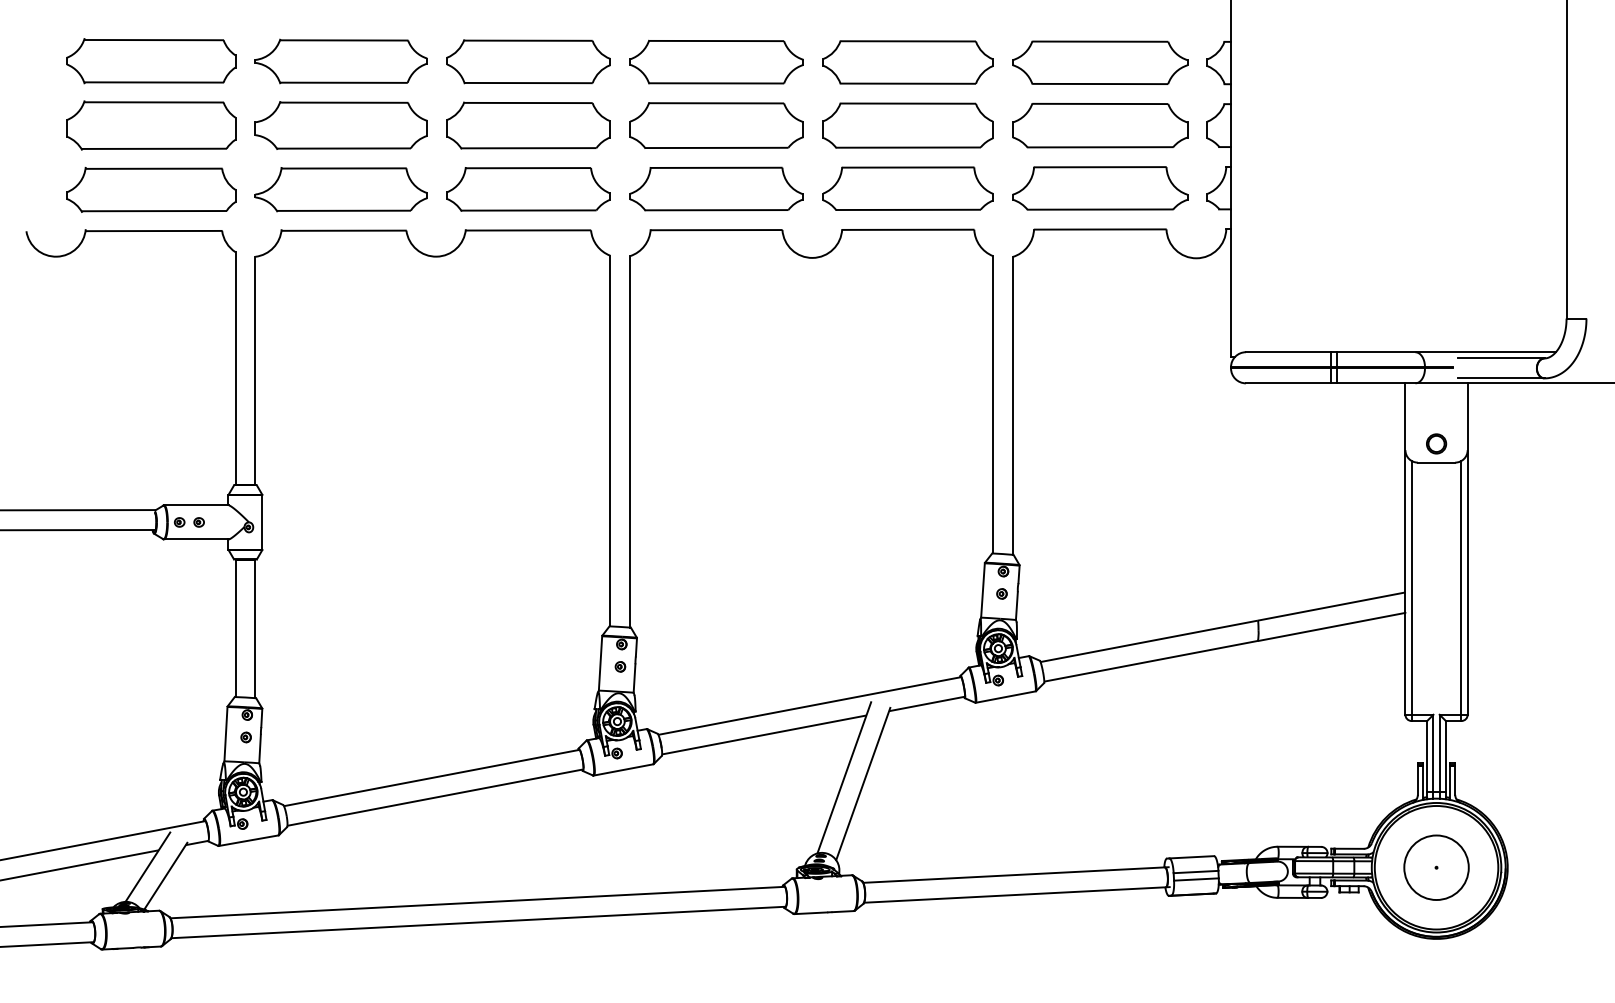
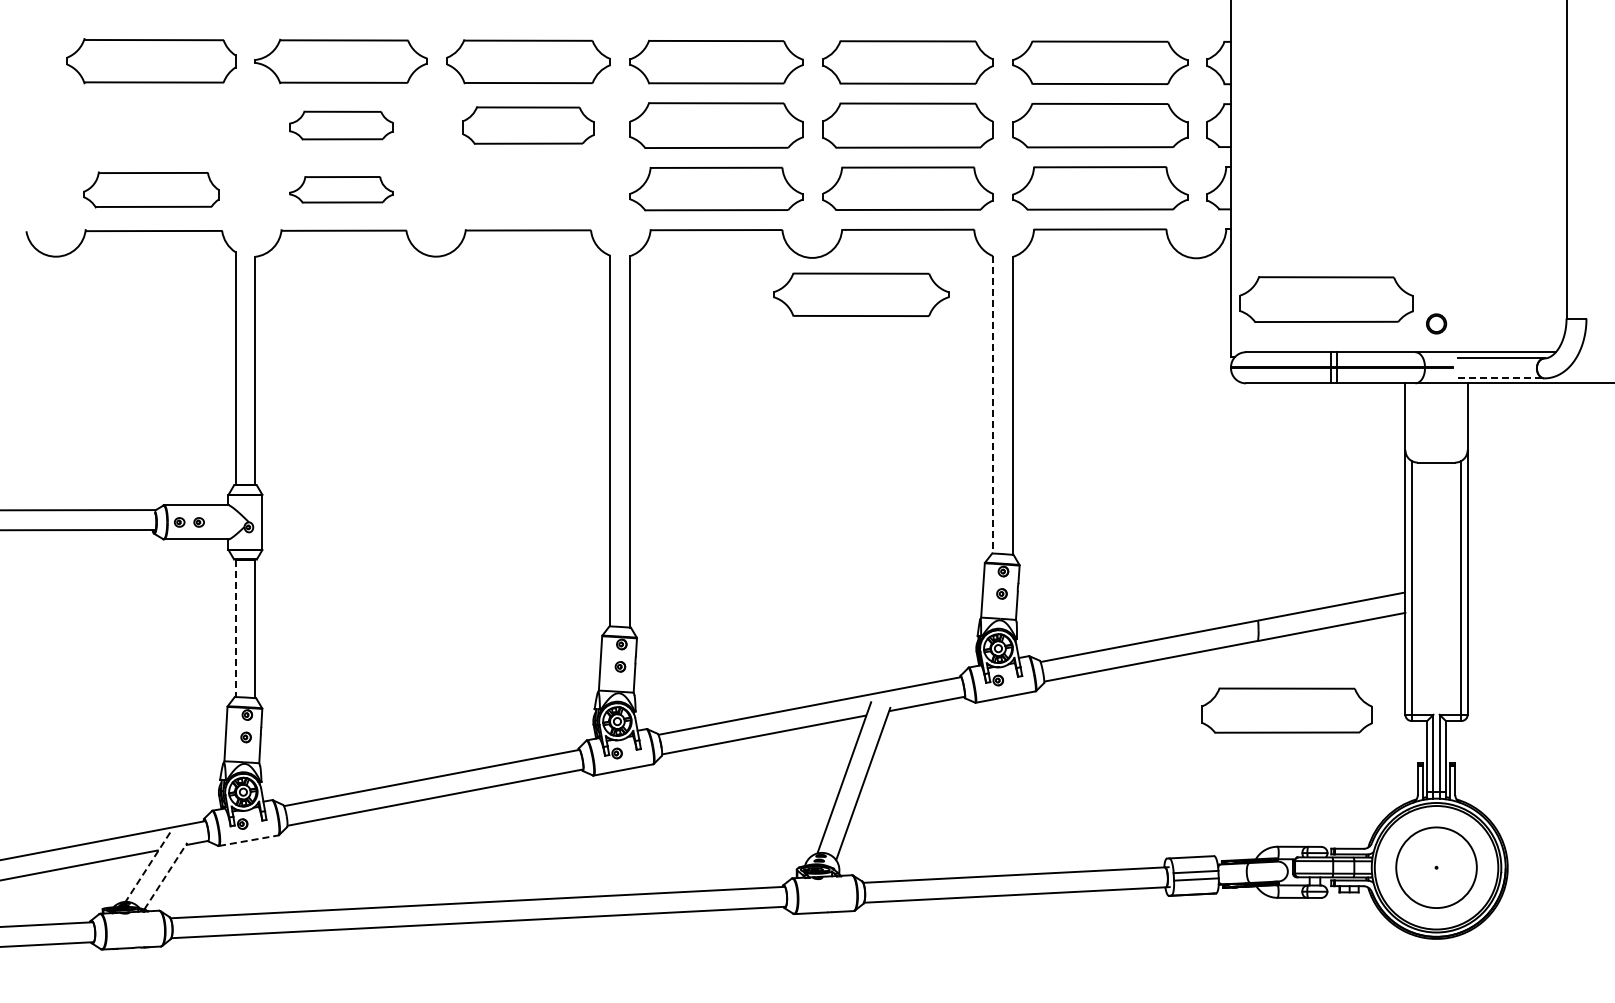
part at (151, 125): present -> none
part at (340, 125) size: 174x49 px -> 105x31 px
part at (528, 125) size: 165x49 px -> 133x39 px
part at (151, 189) size: 171x46 px -> 137x38 px
part at (340, 189) size: 174x46 px -> 105x28 px
part at (528, 189): present -> none
part at (861, 294): none -> present
part at (1326, 299): none -> present
line at (1501, 378): solid -> dashed
line at (992, 404): solid -> dashed
part at (1436, 443) position: (1436, 443) -> (1436, 323)
line at (235, 628): solid -> dashed
part at (1286, 710): none -> present
line at (249, 840): solid -> dashed
line at (147, 867): solid -> dashed
circle at (1436, 867) diameter: 64 px -> 81 px
line at (165, 876): solid -> dashed
